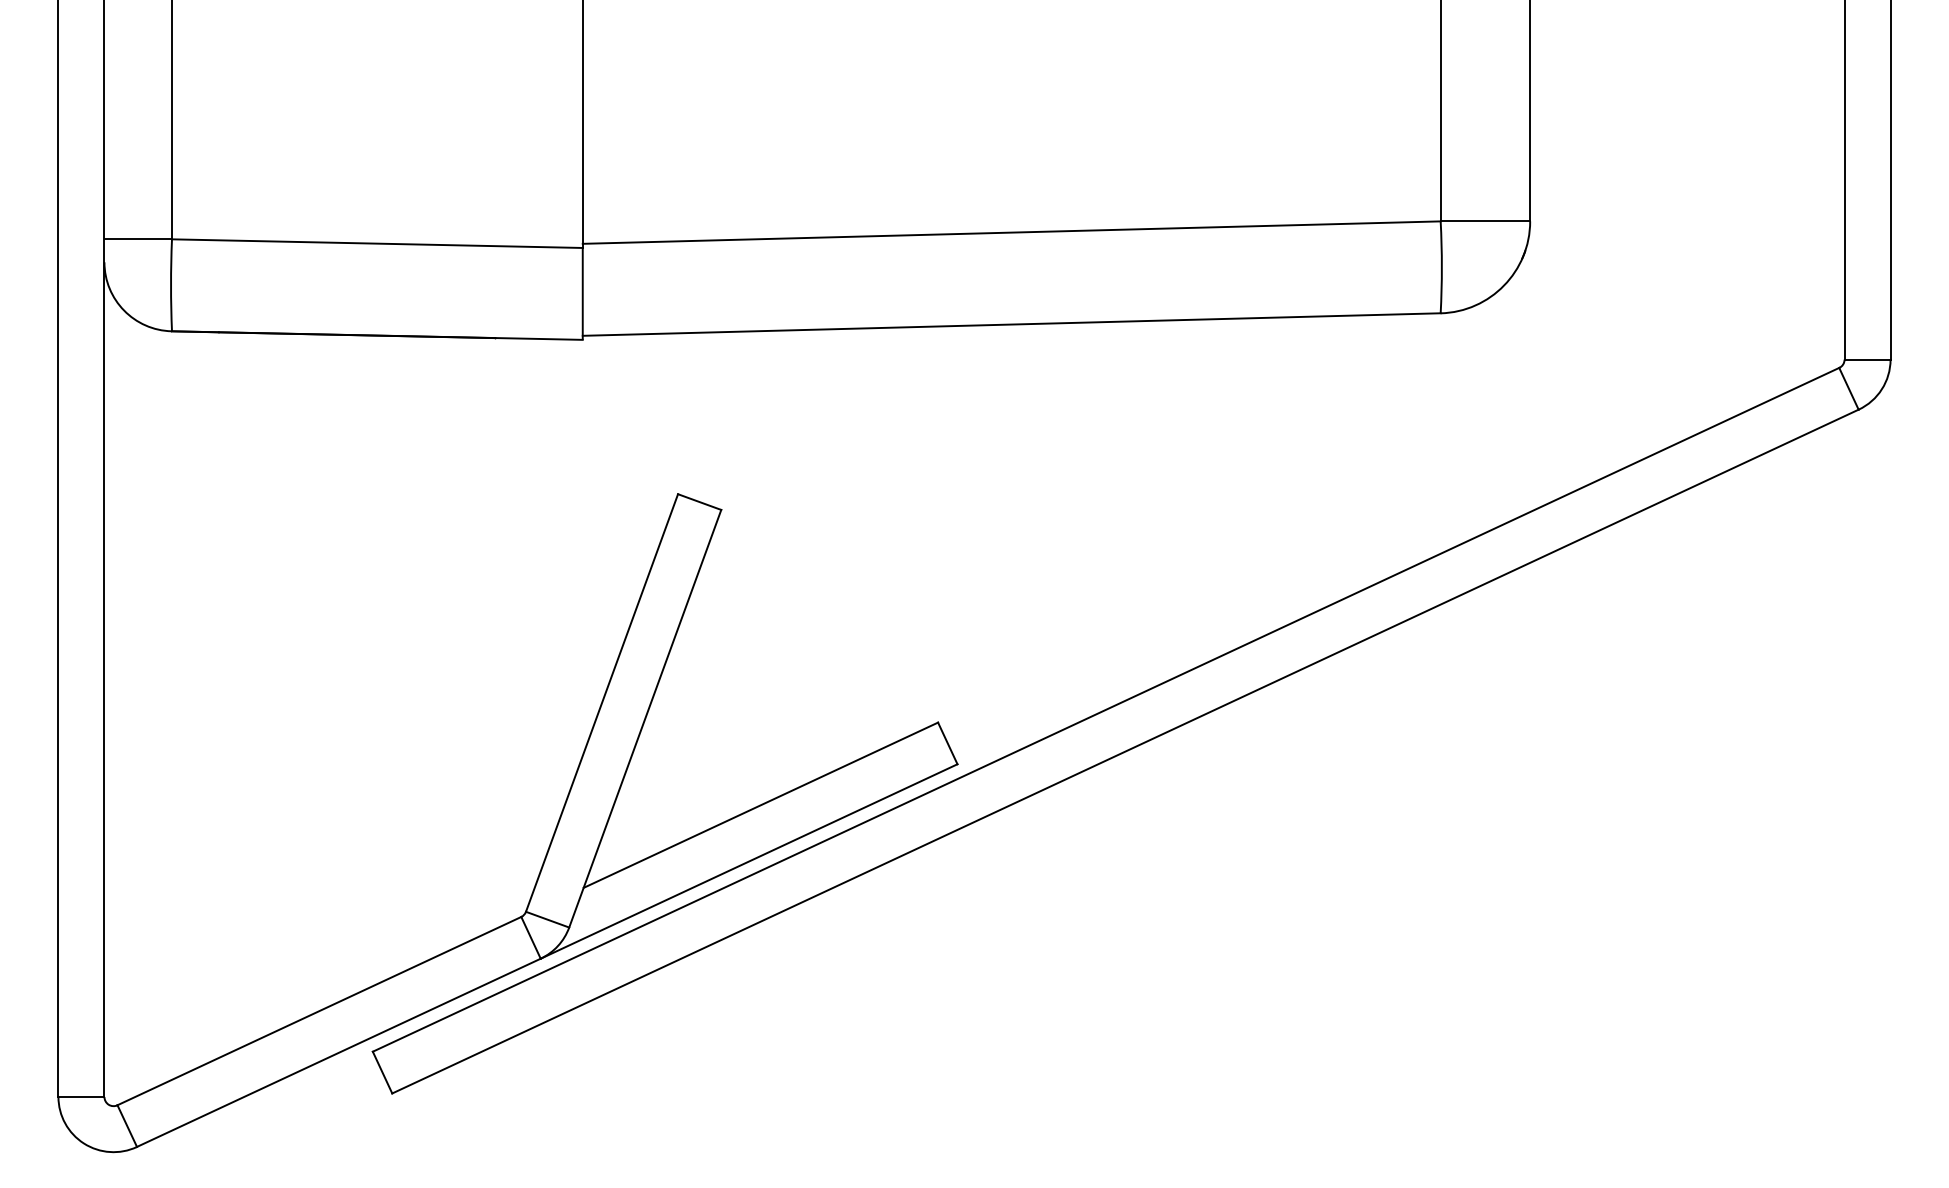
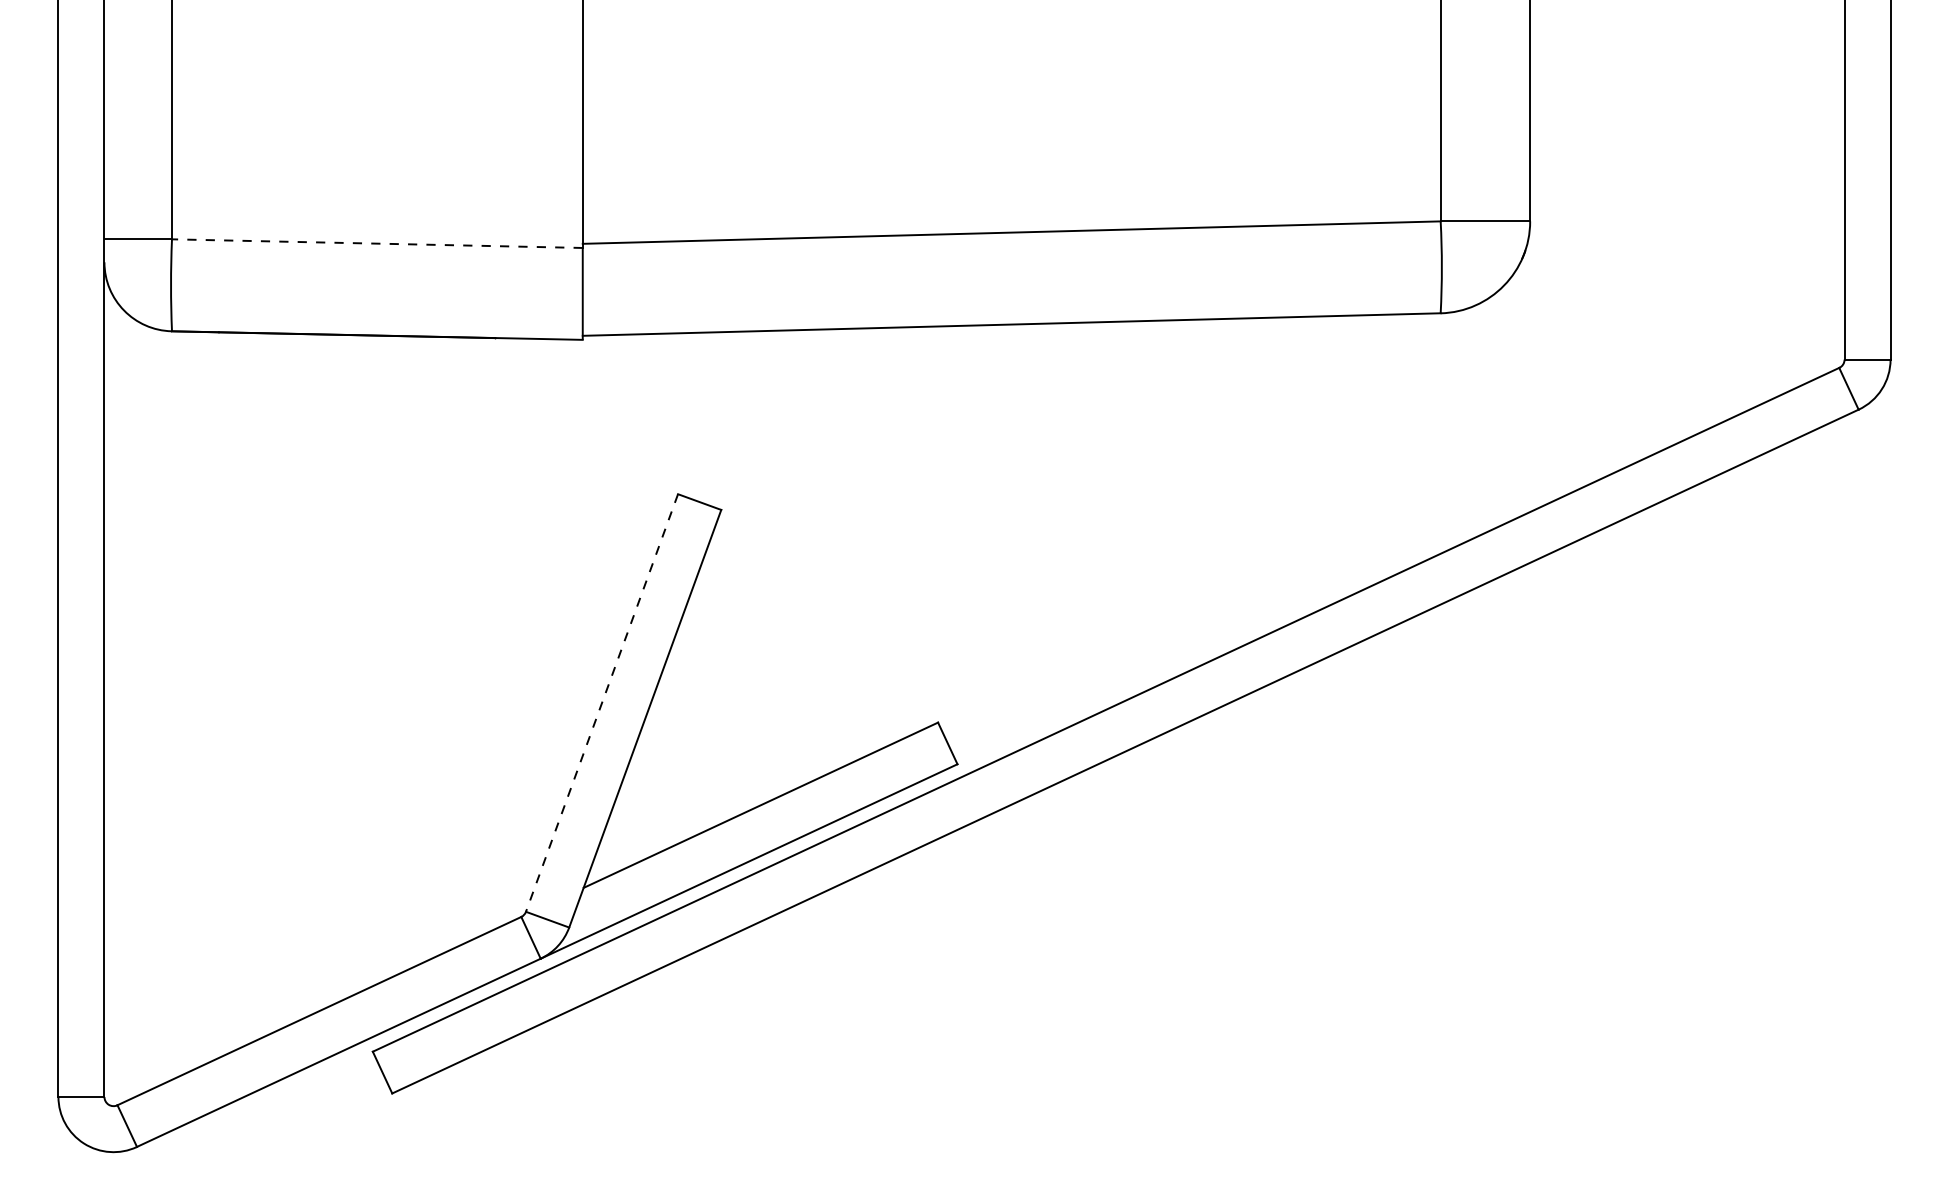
line at (376, 243): solid -> dashed
line at (601, 703): solid -> dashed
